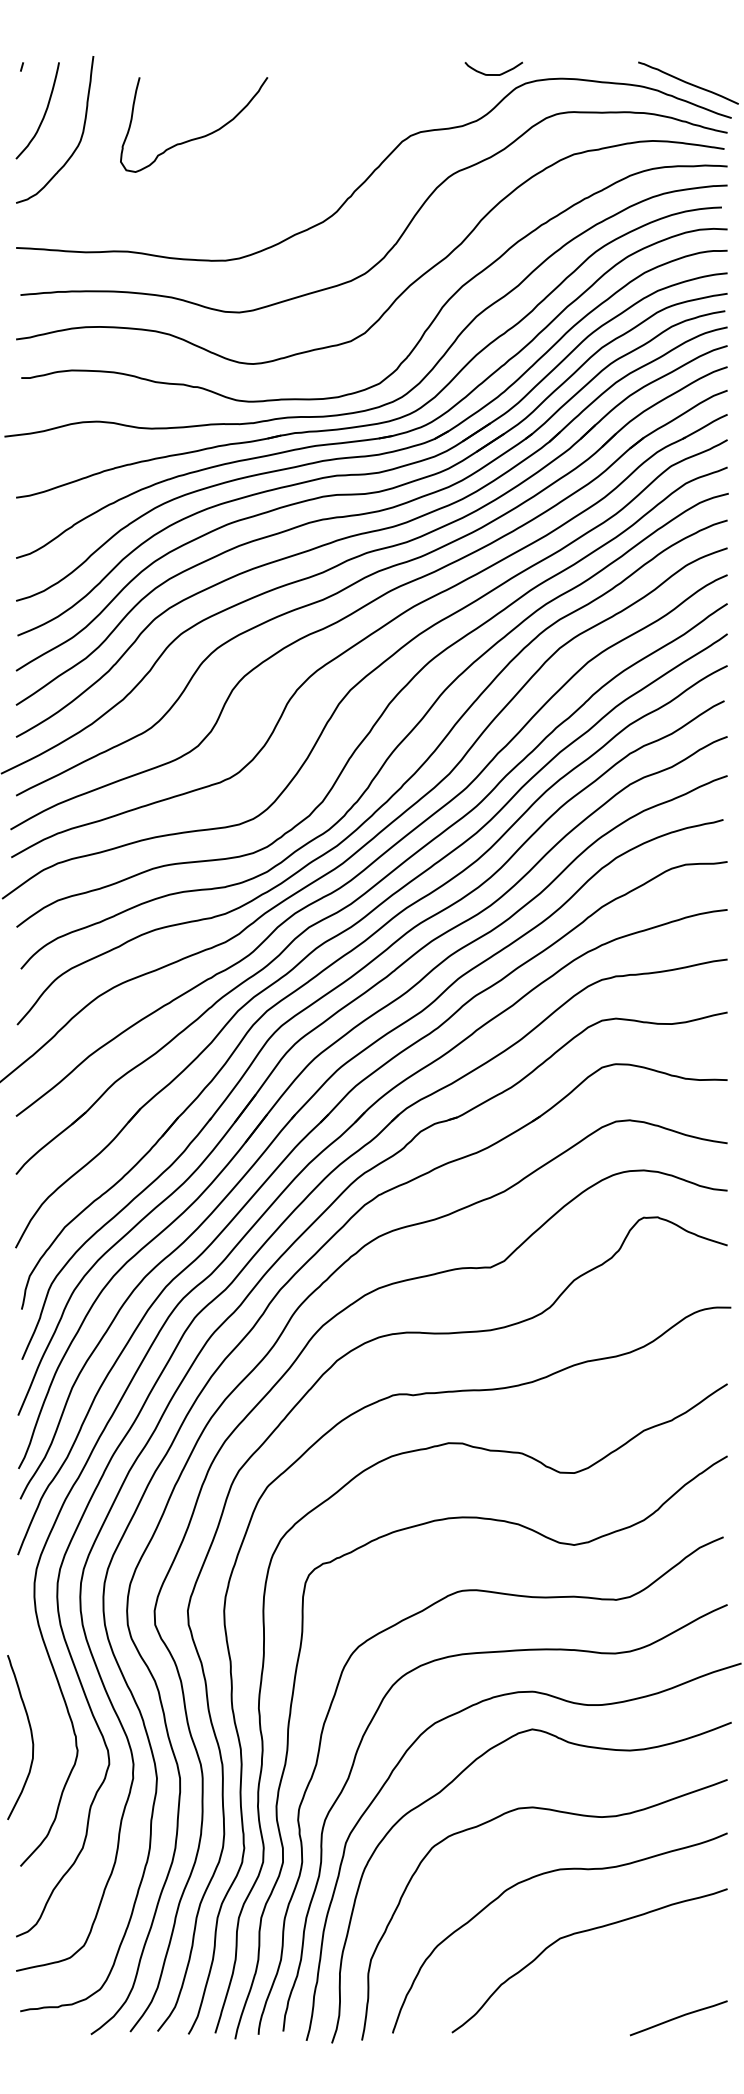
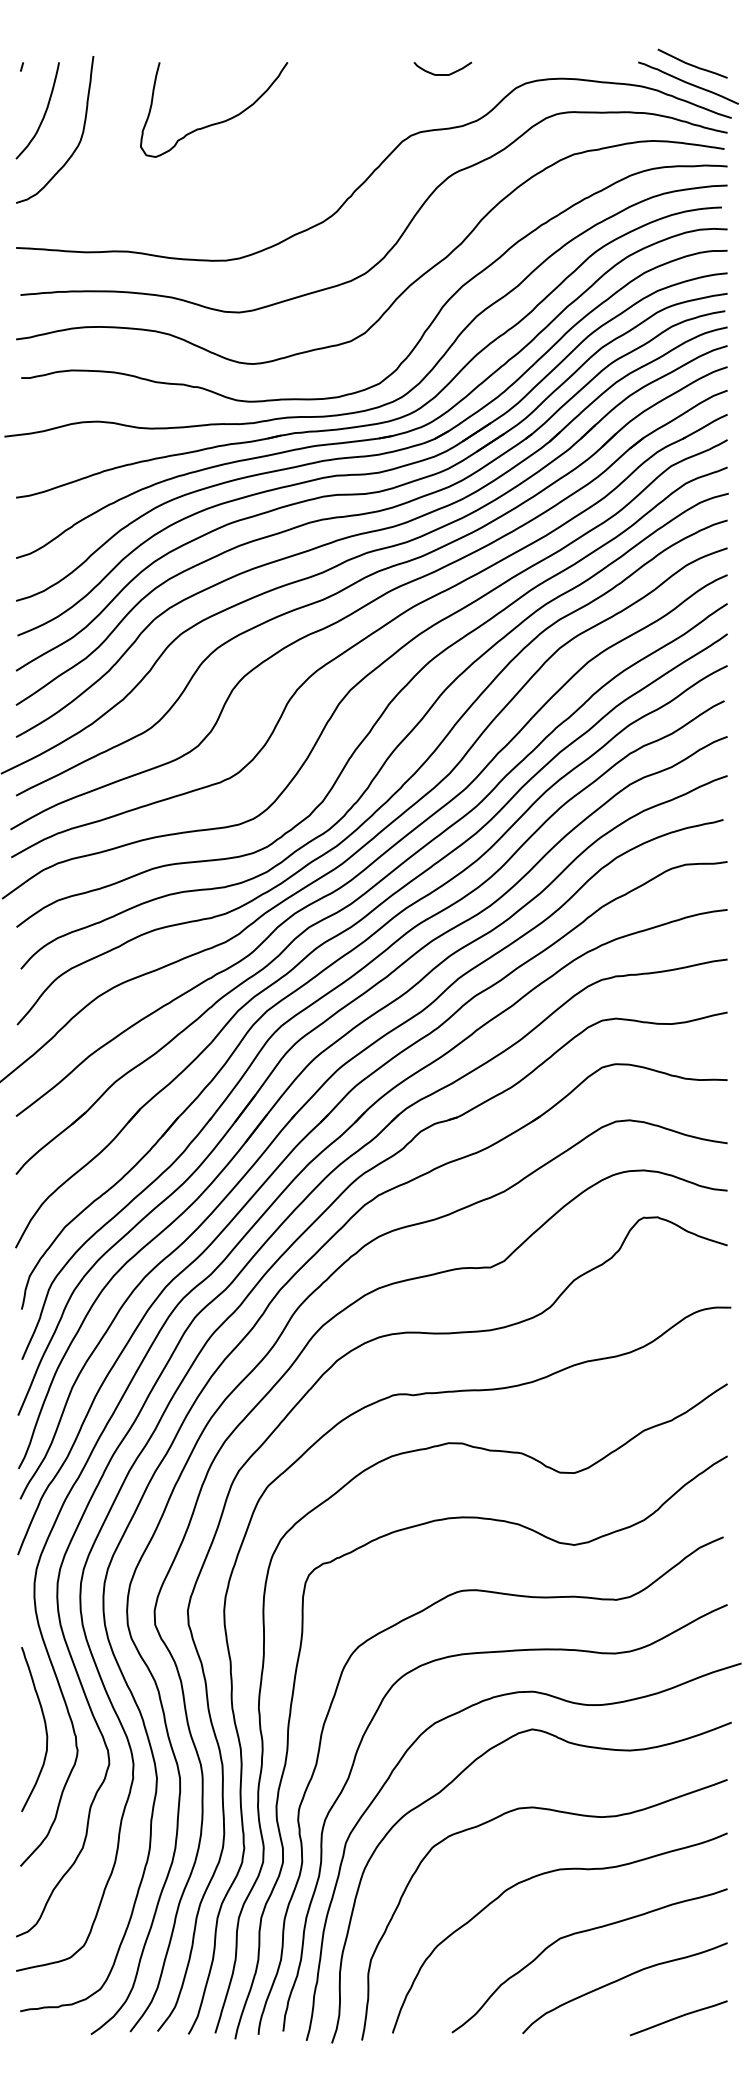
curve at (692, 64): none -> present
curve at (493, 74) position: (493, 74) -> (442, 74)
curve at (196, 137) position: (196, 137) -> (216, 122)
curve at (30, 1734) position: (30, 1734) -> (44, 1726)
curve at (620, 1980): none -> present
